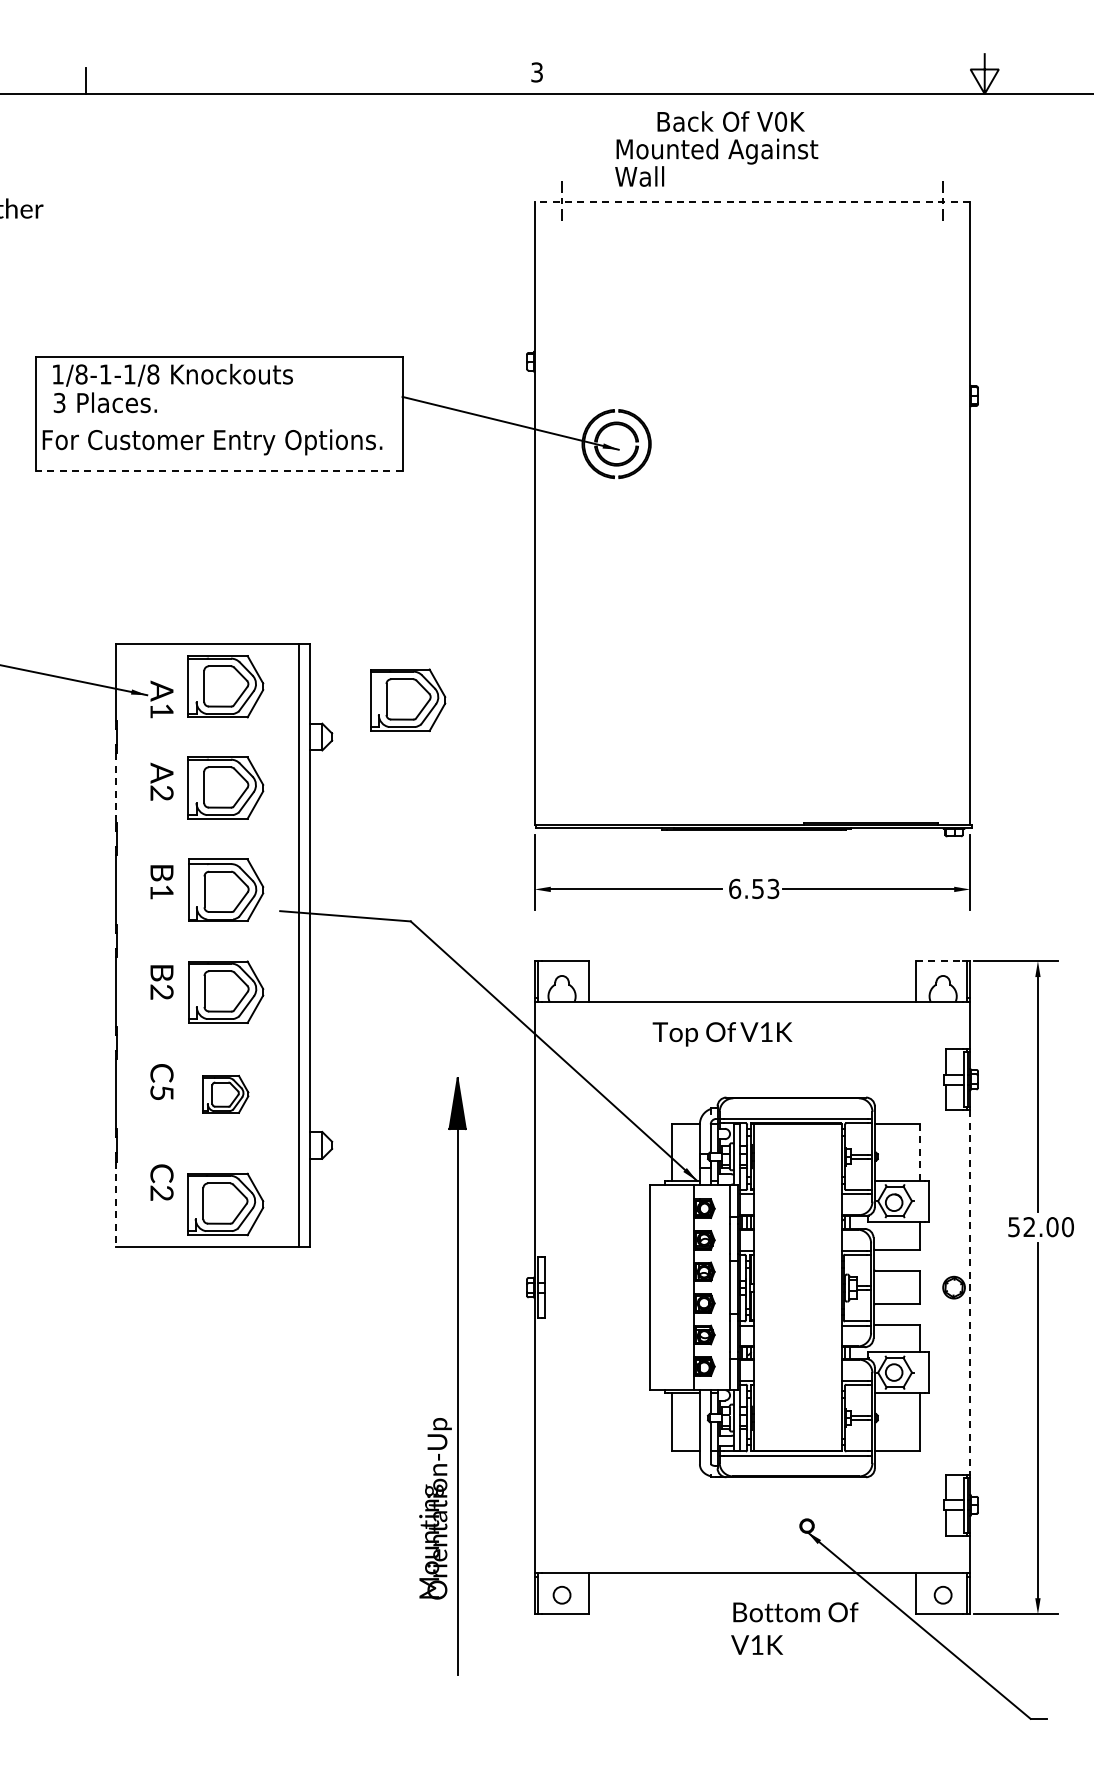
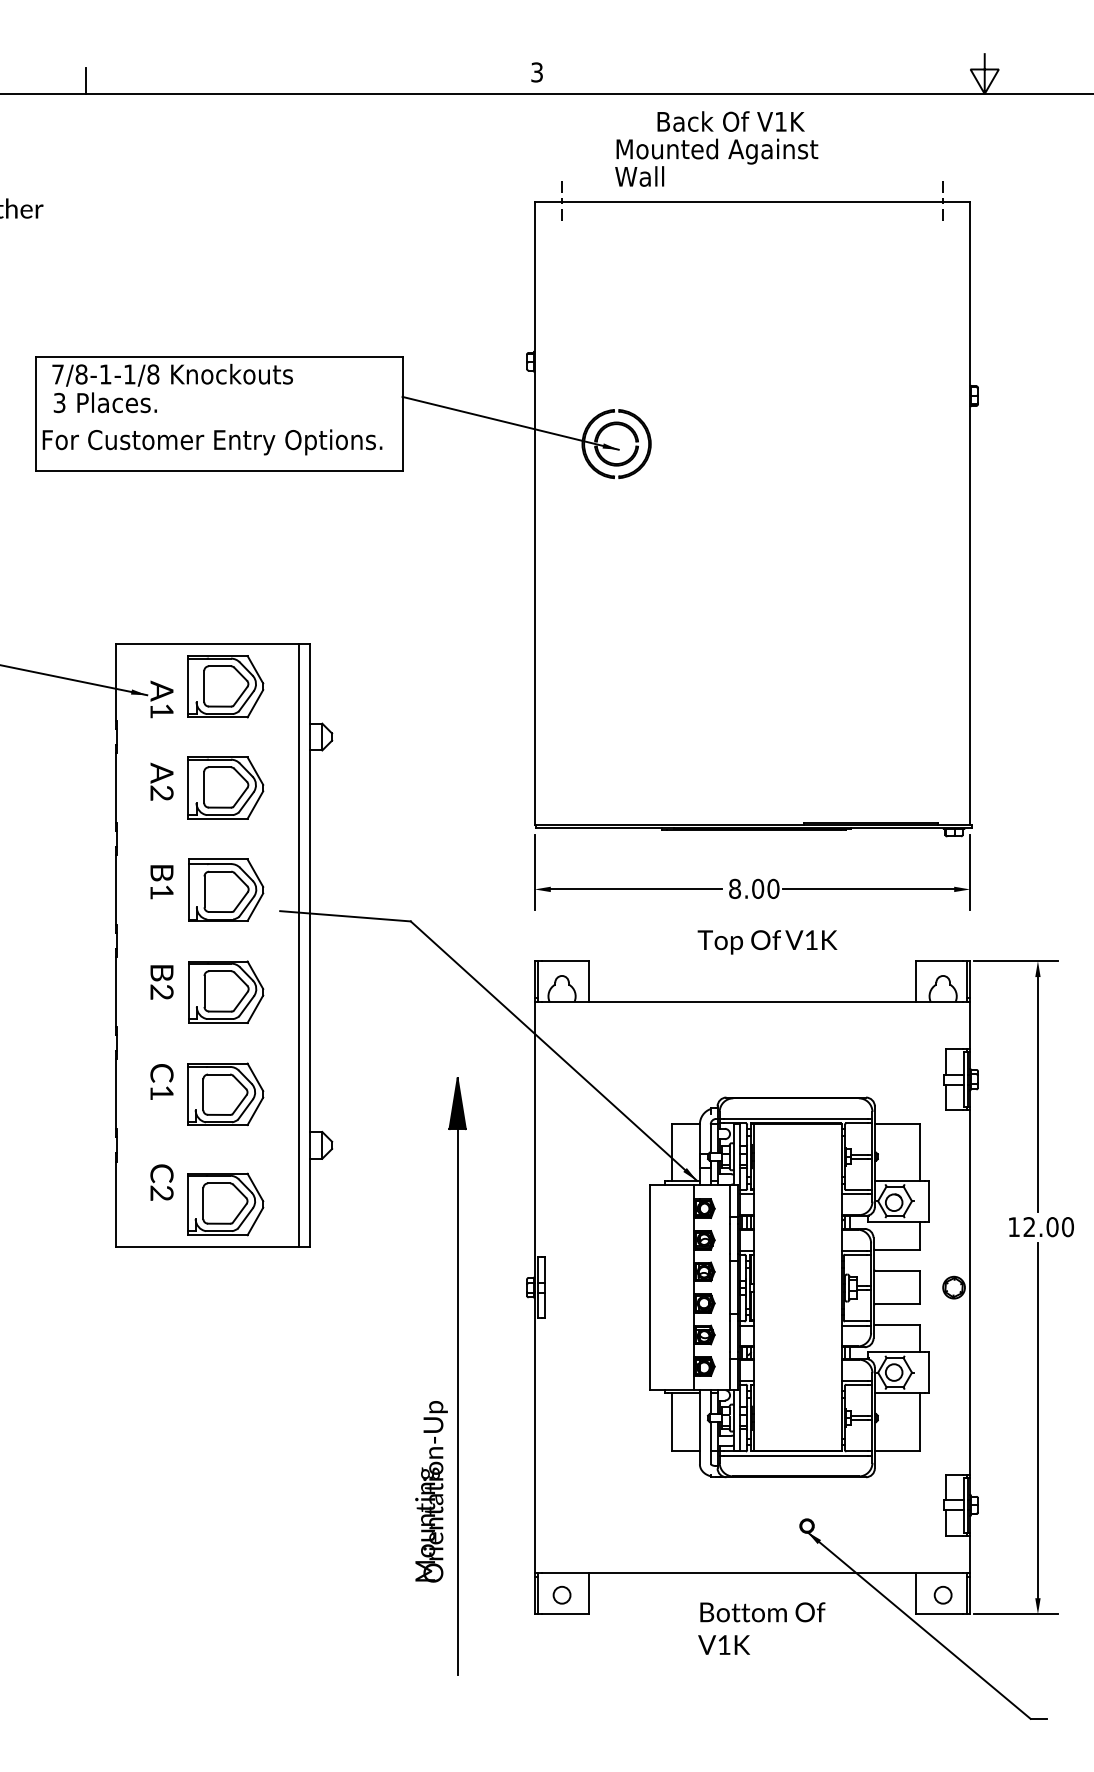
text at (781, 121): V0K -> V1K
line at (752, 201): dashed -> solid
text at (57, 374): 1/8-1-1/8 -> 7/8-1-1/8
line at (218, 470): dashed -> solid
part at (408, 699): present -> none
line at (116, 788): dashed -> solid
text at (754, 888): 6.53 -> 8.00
line at (939, 961): dashed -> solid
text at (722, 1034) position: (722, 1034) -> (767, 942)
text at (161, 1092): C5 -> C1
part at (225, 1094) size: 48x39 px -> 78x65 px
line at (920, 1151): dashed -> solid
line at (116, 1204): dashed -> solid
text at (1013, 1227): 52.00 -> 12.00
line at (970, 1293): dashed -> solid
text at (435, 1508) position: (435, 1508) -> (431, 1491)
text at (794, 1628) position: (794, 1628) -> (761, 1628)
